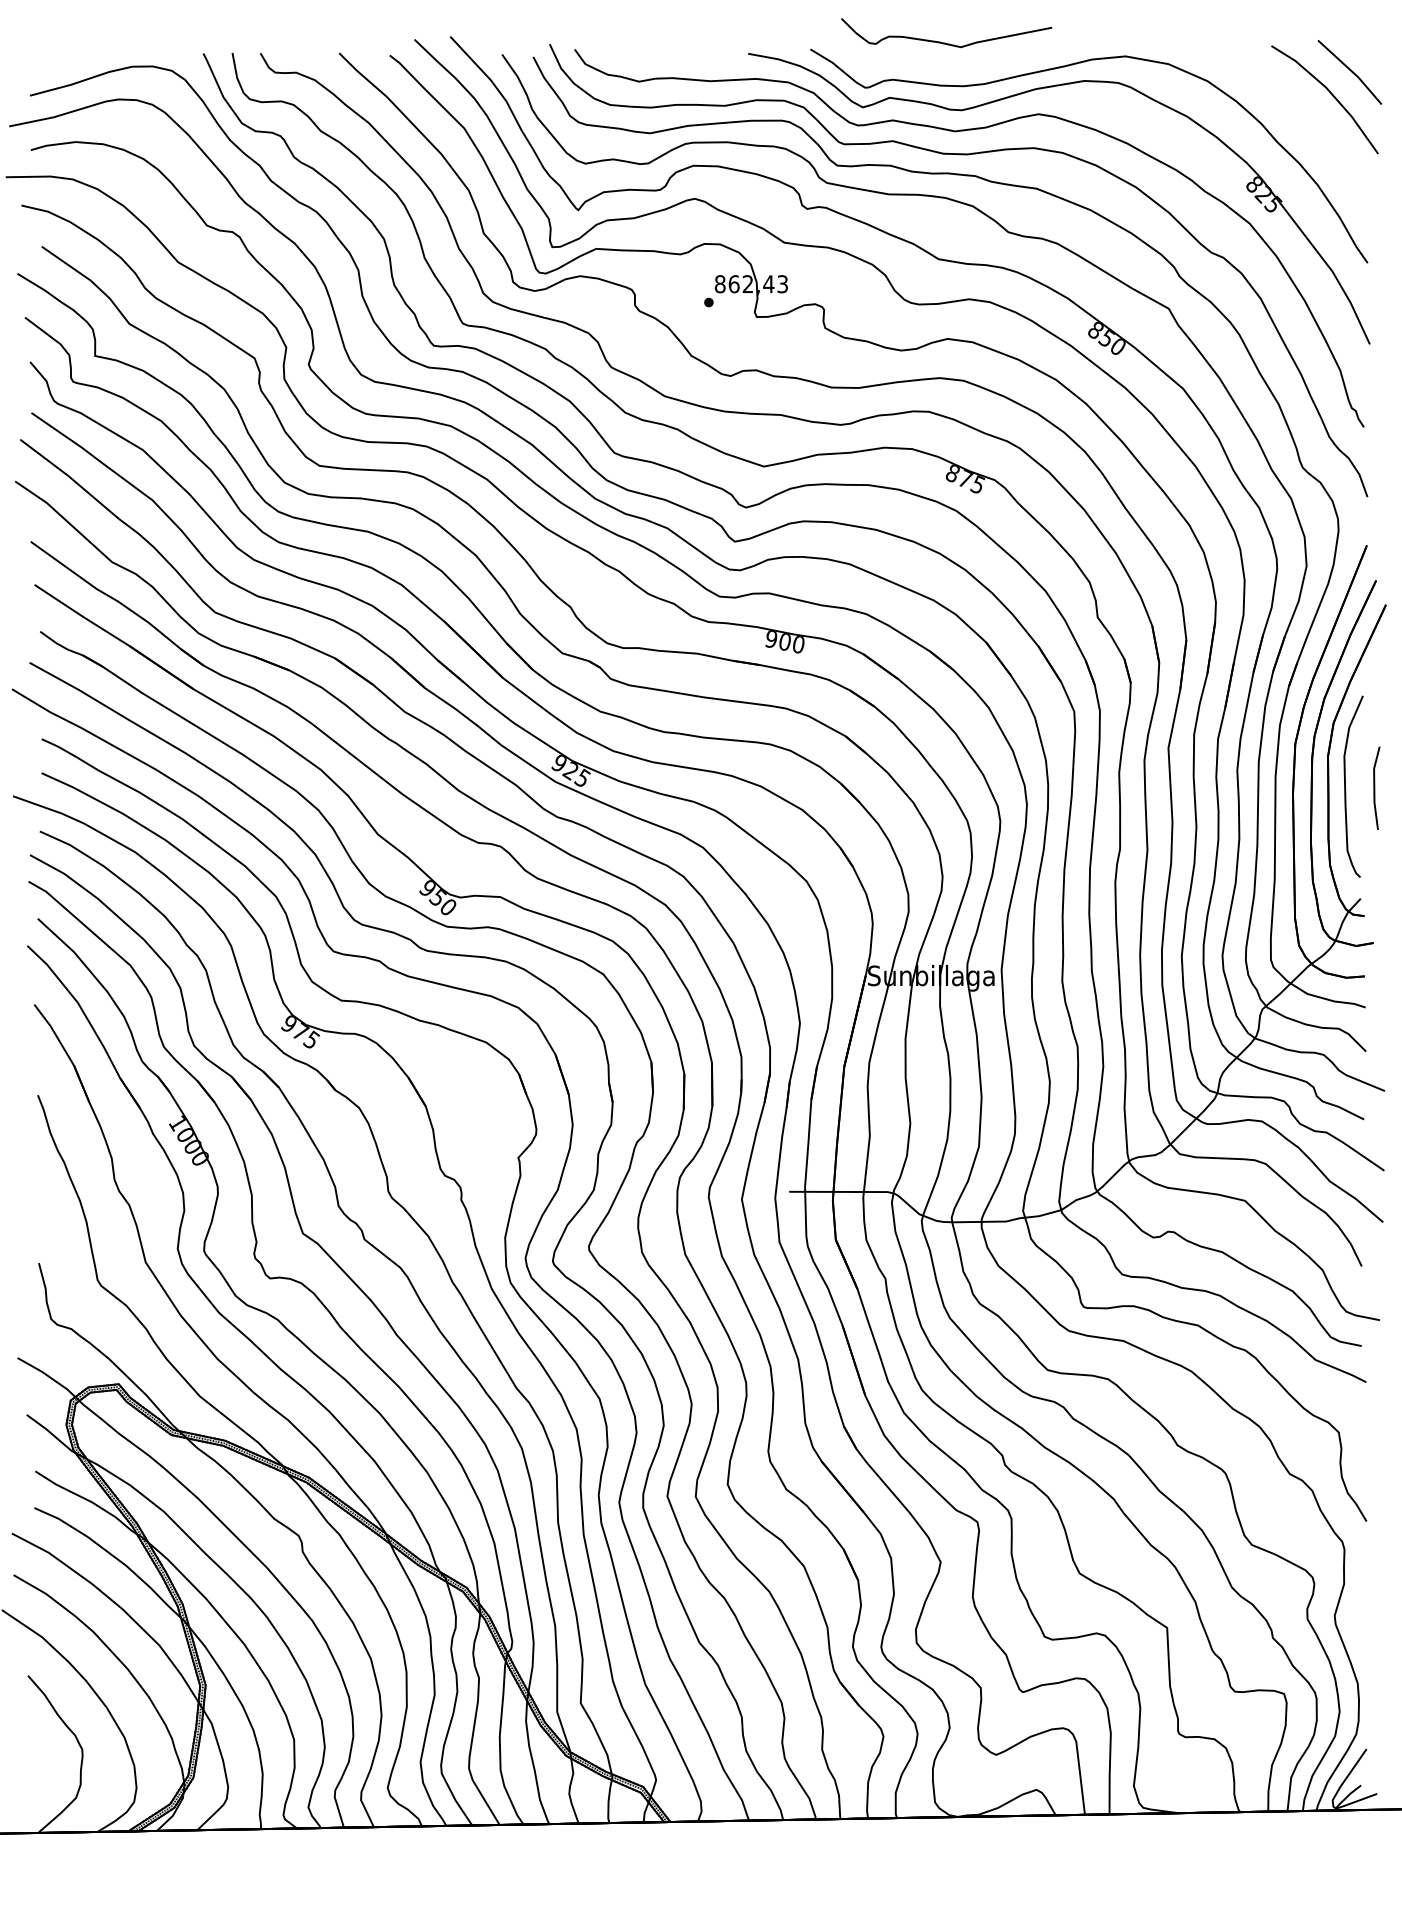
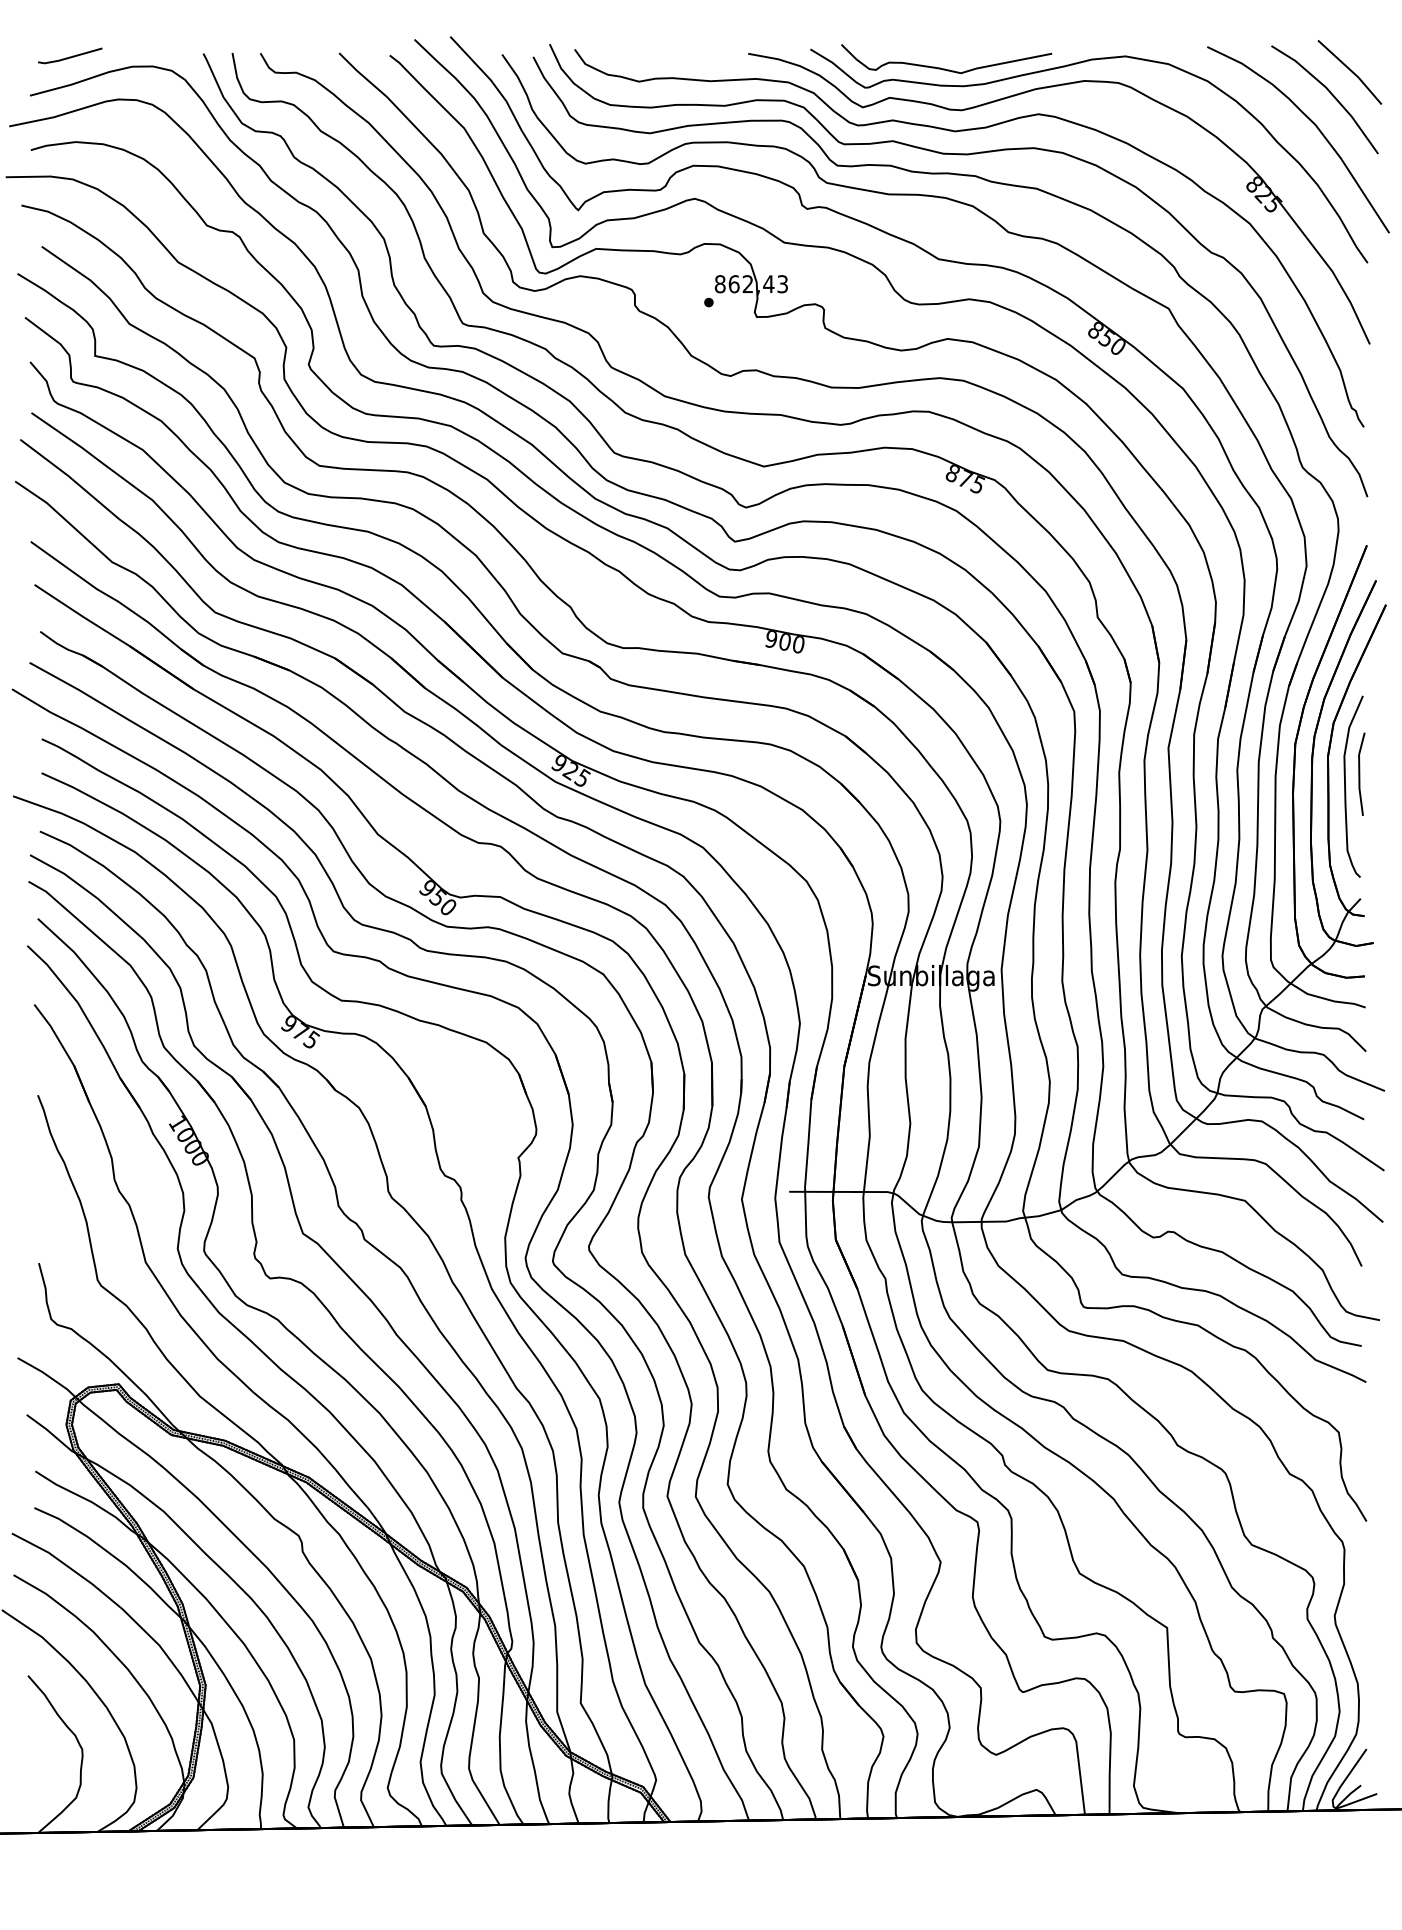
curve at (945, 42) position: (945, 42) -> (945, 68)
line at (70, 56): none -> present
curve at (1313, 124): none -> present
line at (1375, 787) position: (1375, 787) -> (1360, 773)
